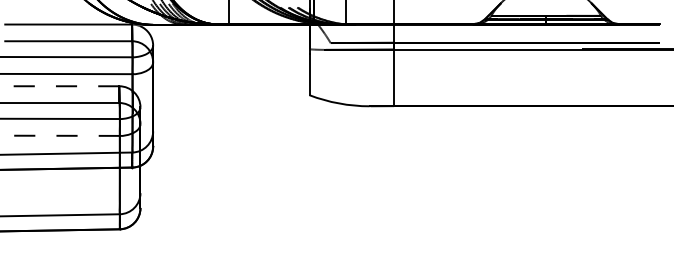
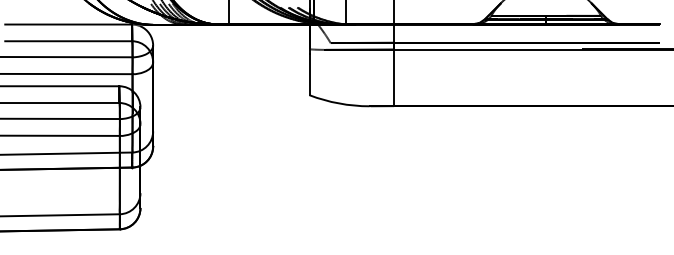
line at (59, 86): dashed -> solid
line at (60, 135): dashed -> solid
